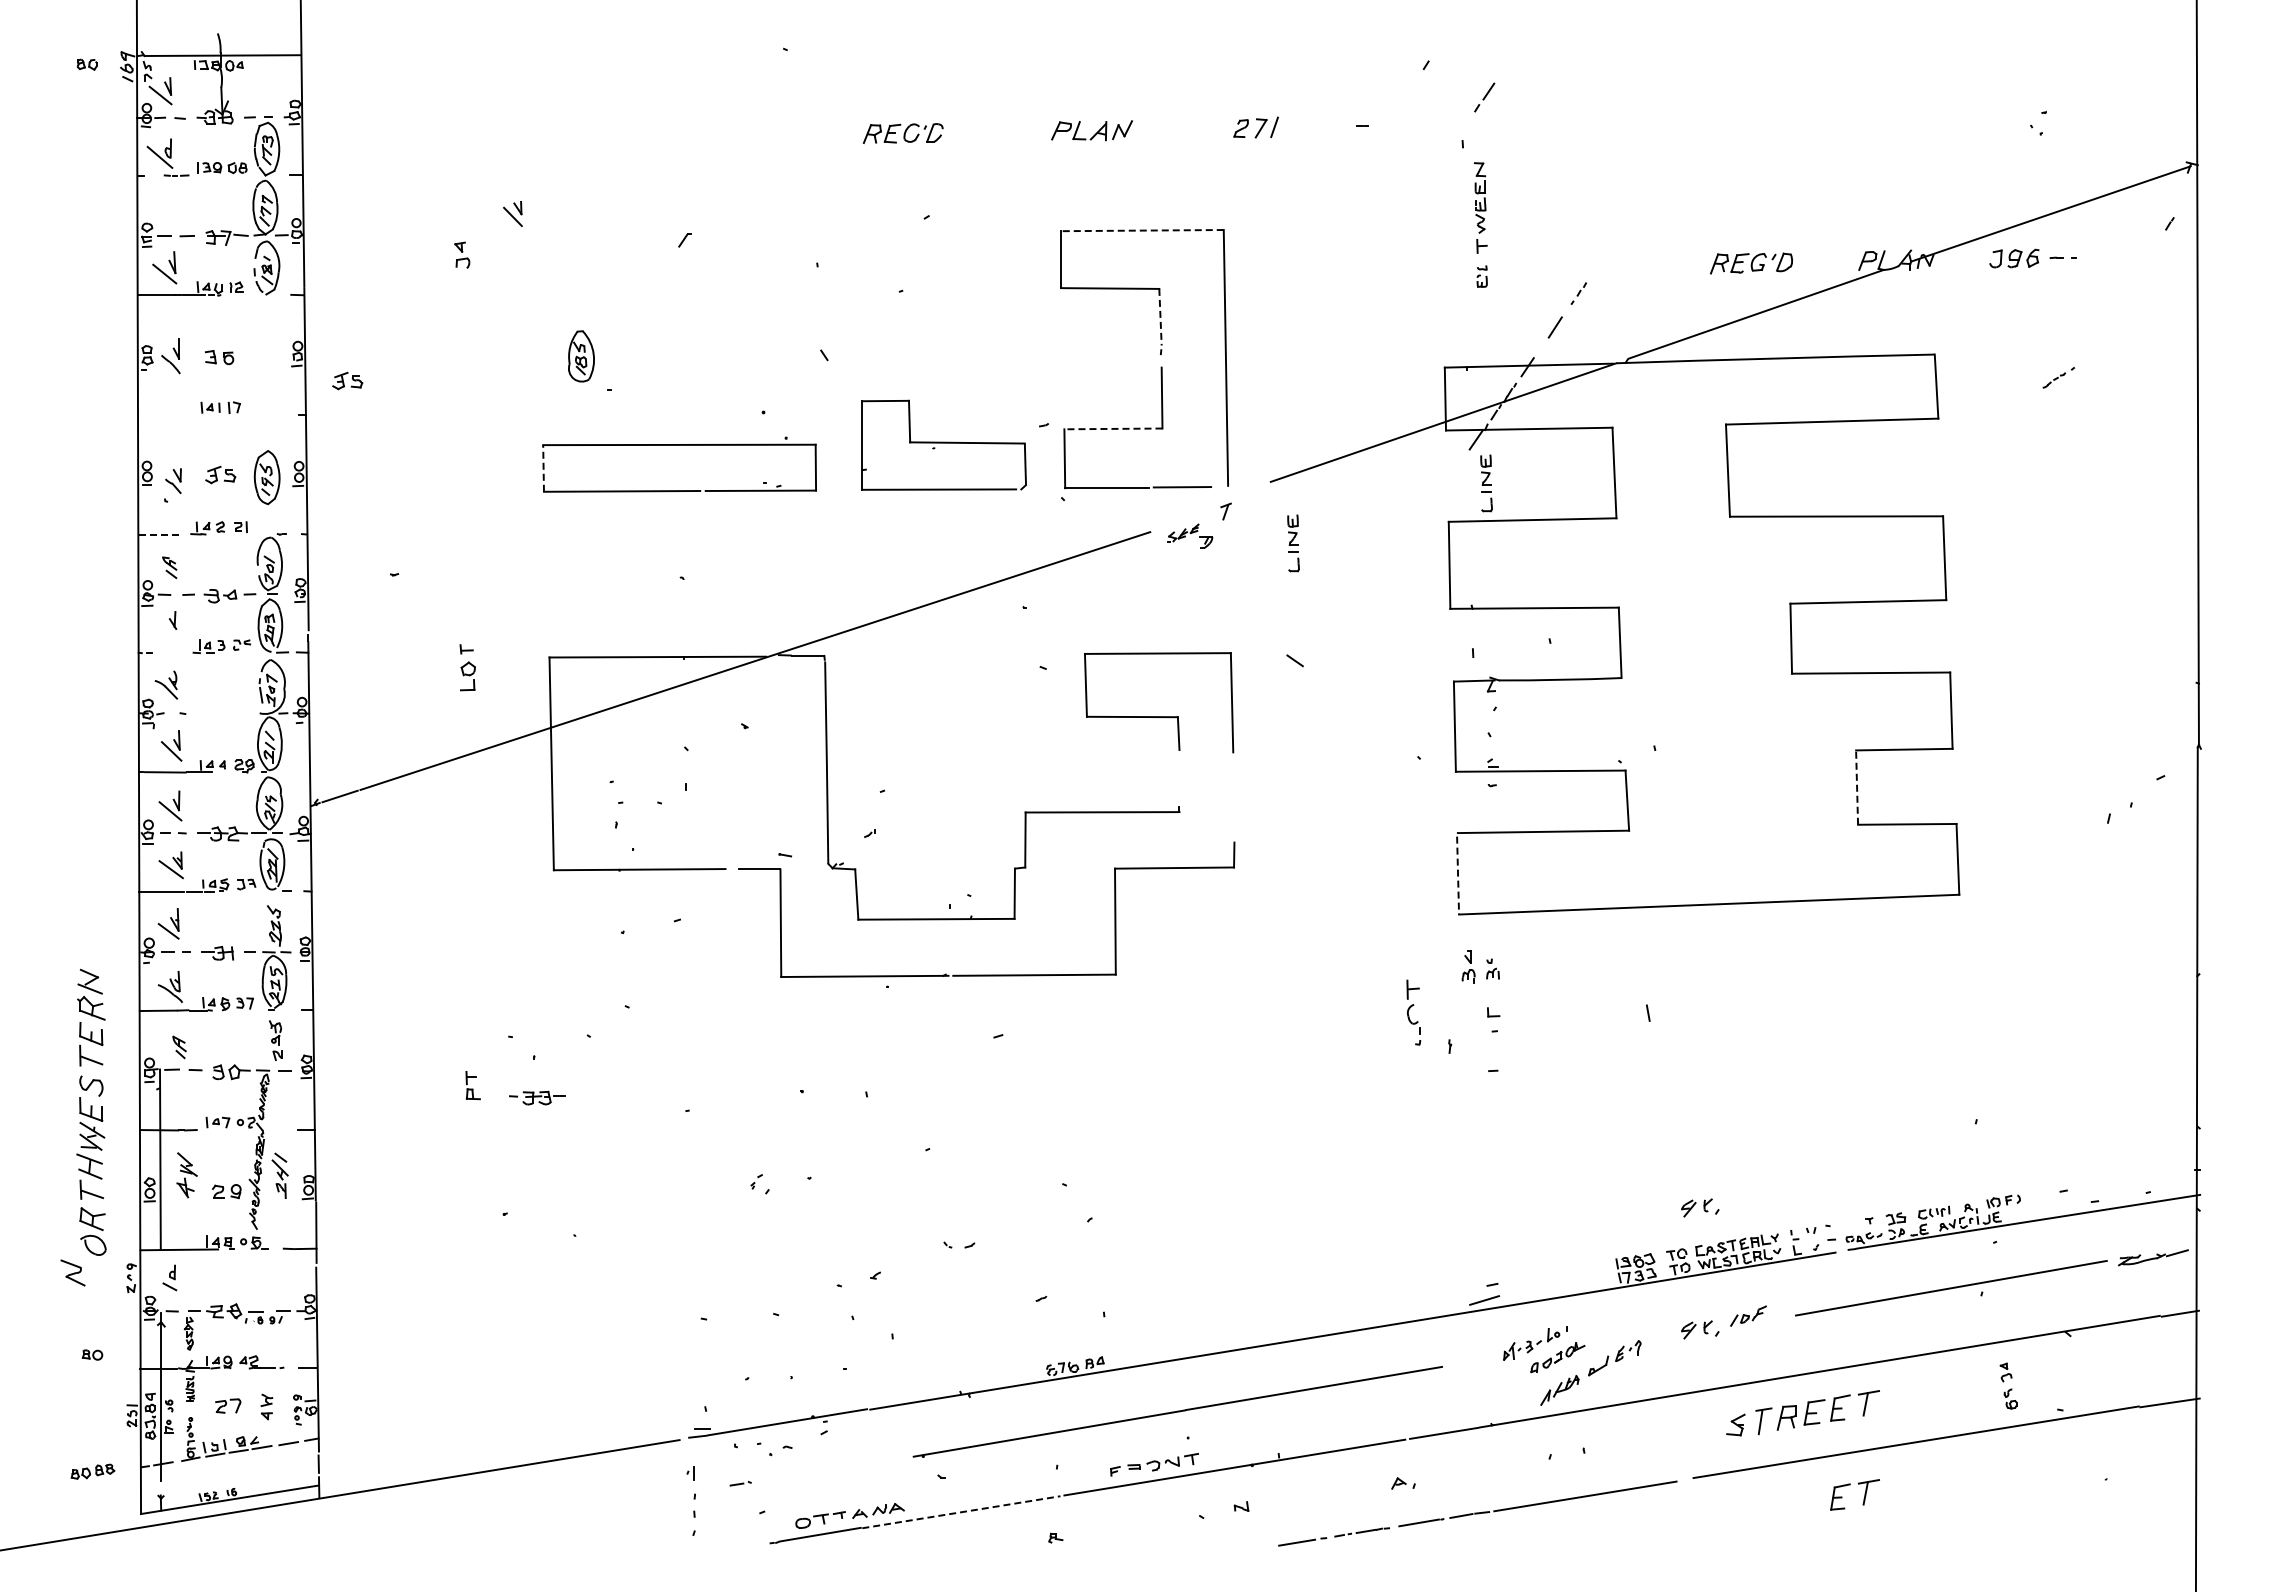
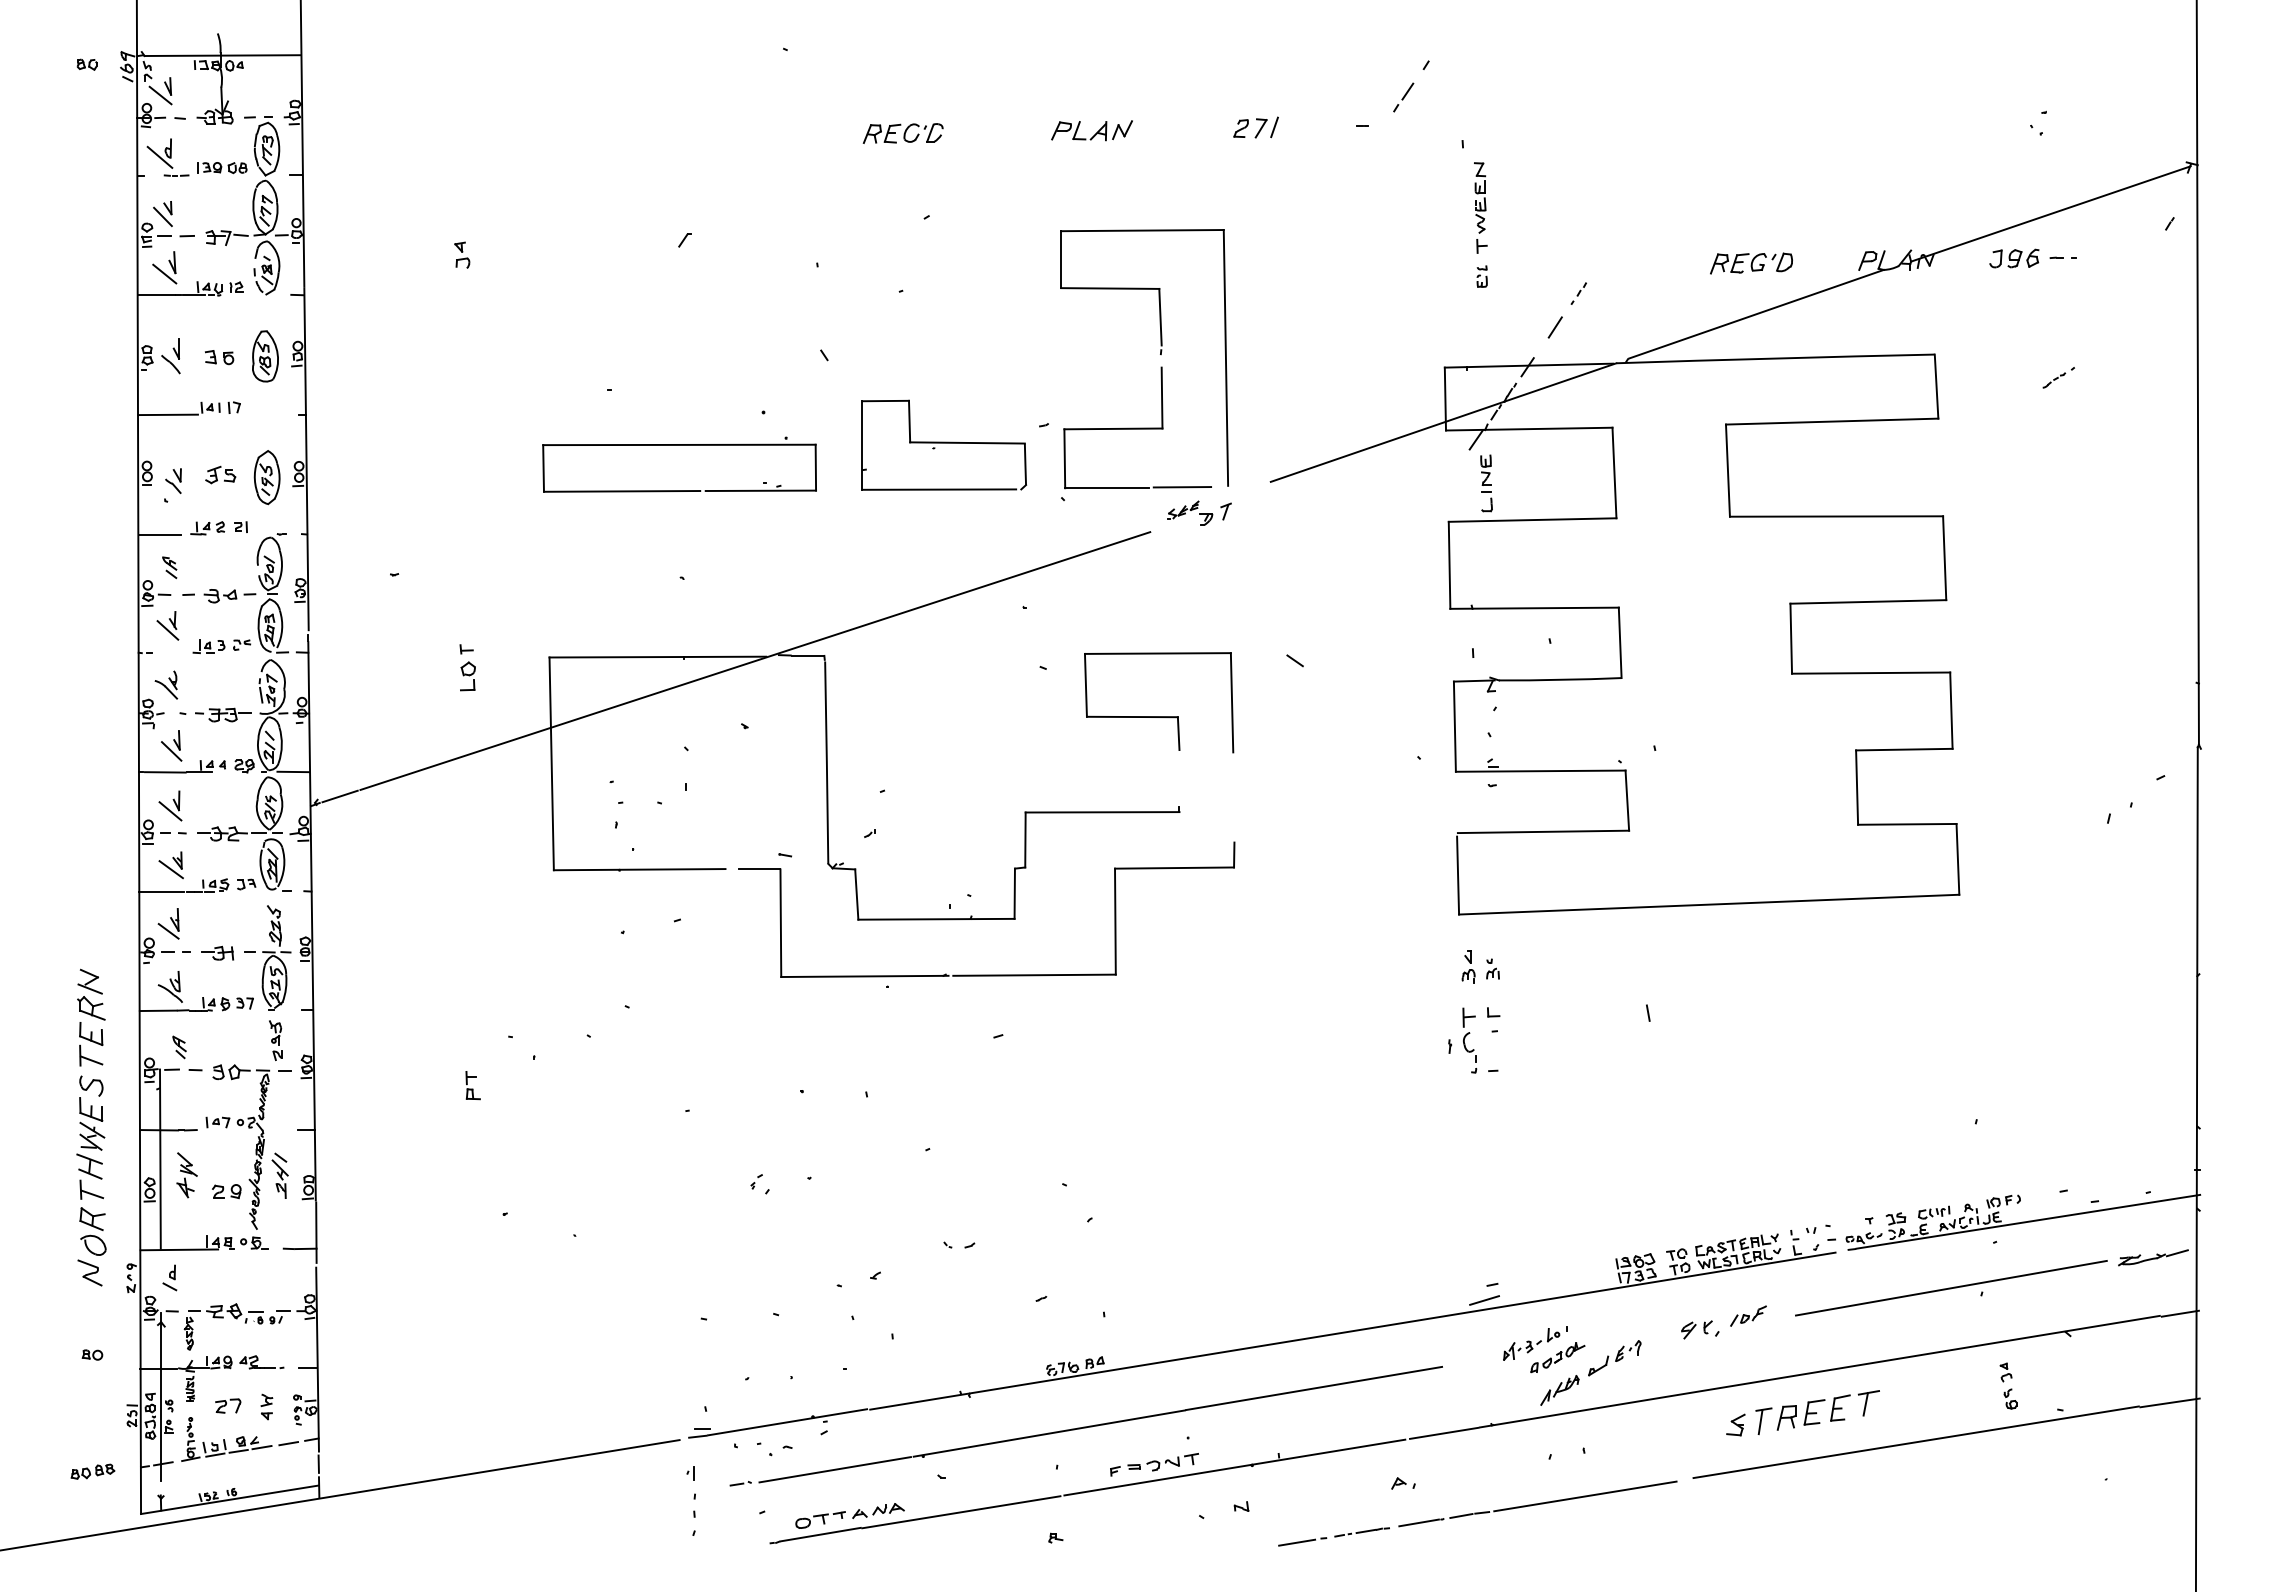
line at (1484, 97) position: (1484, 97) -> (1403, 97)
part at (512, 214) position: (512, 214) -> (162, 214)
line at (1142, 230): dashed -> solid
line at (1160, 317): dashed -> solid
part at (581, 356) position: (581, 356) -> (265, 356)
part at (347, 380): present -> none
line at (167, 414): none -> present
line at (1112, 428): dashed -> solid
line at (543, 467): dashed -> solid
line at (160, 534): dashed -> solid
part at (1190, 535) position: (1190, 535) -> (1190, 512)
part at (1293, 543): present -> none
line at (167, 630): none -> present
line at (293, 771): none -> present
line at (1857, 787): dashed -> solid
line at (1458, 875): dashed -> solid
part at (1413, 1012) position: (1413, 1012) -> (1469, 1040)
part at (537, 1097) position: (537, 1097) -> (223, 714)
part at (1700, 1207): present -> none
part at (72, 1272) position: (72, 1272) -> (89, 1272)
line at (834, 1469): none -> present
part at (1850, 1485): present -> none
line at (961, 1512): dashed -> solid
